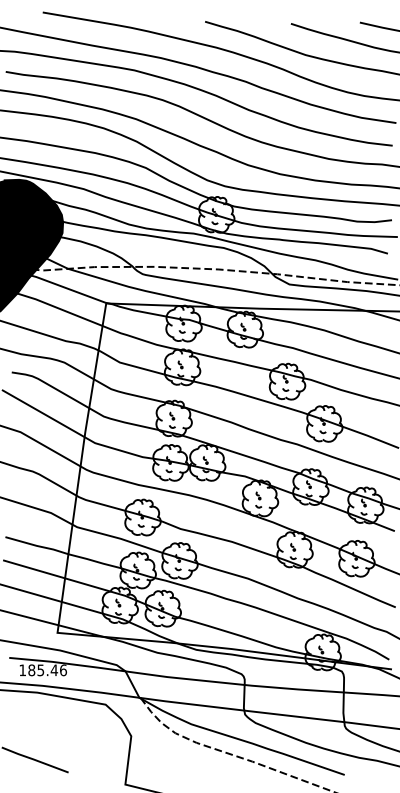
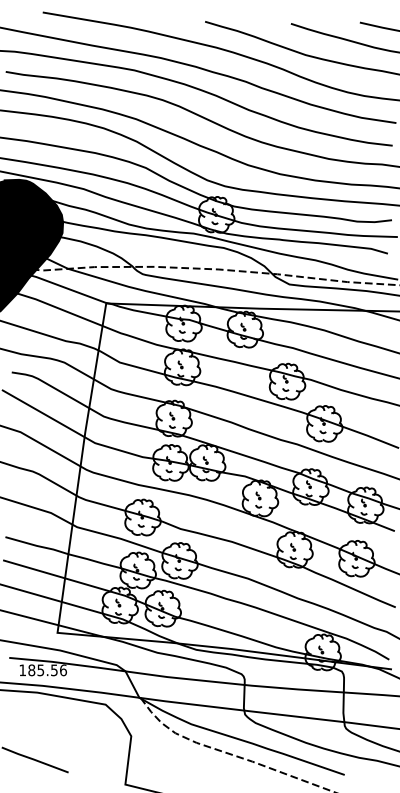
text at (54, 670): 185.46 -> 185.56
